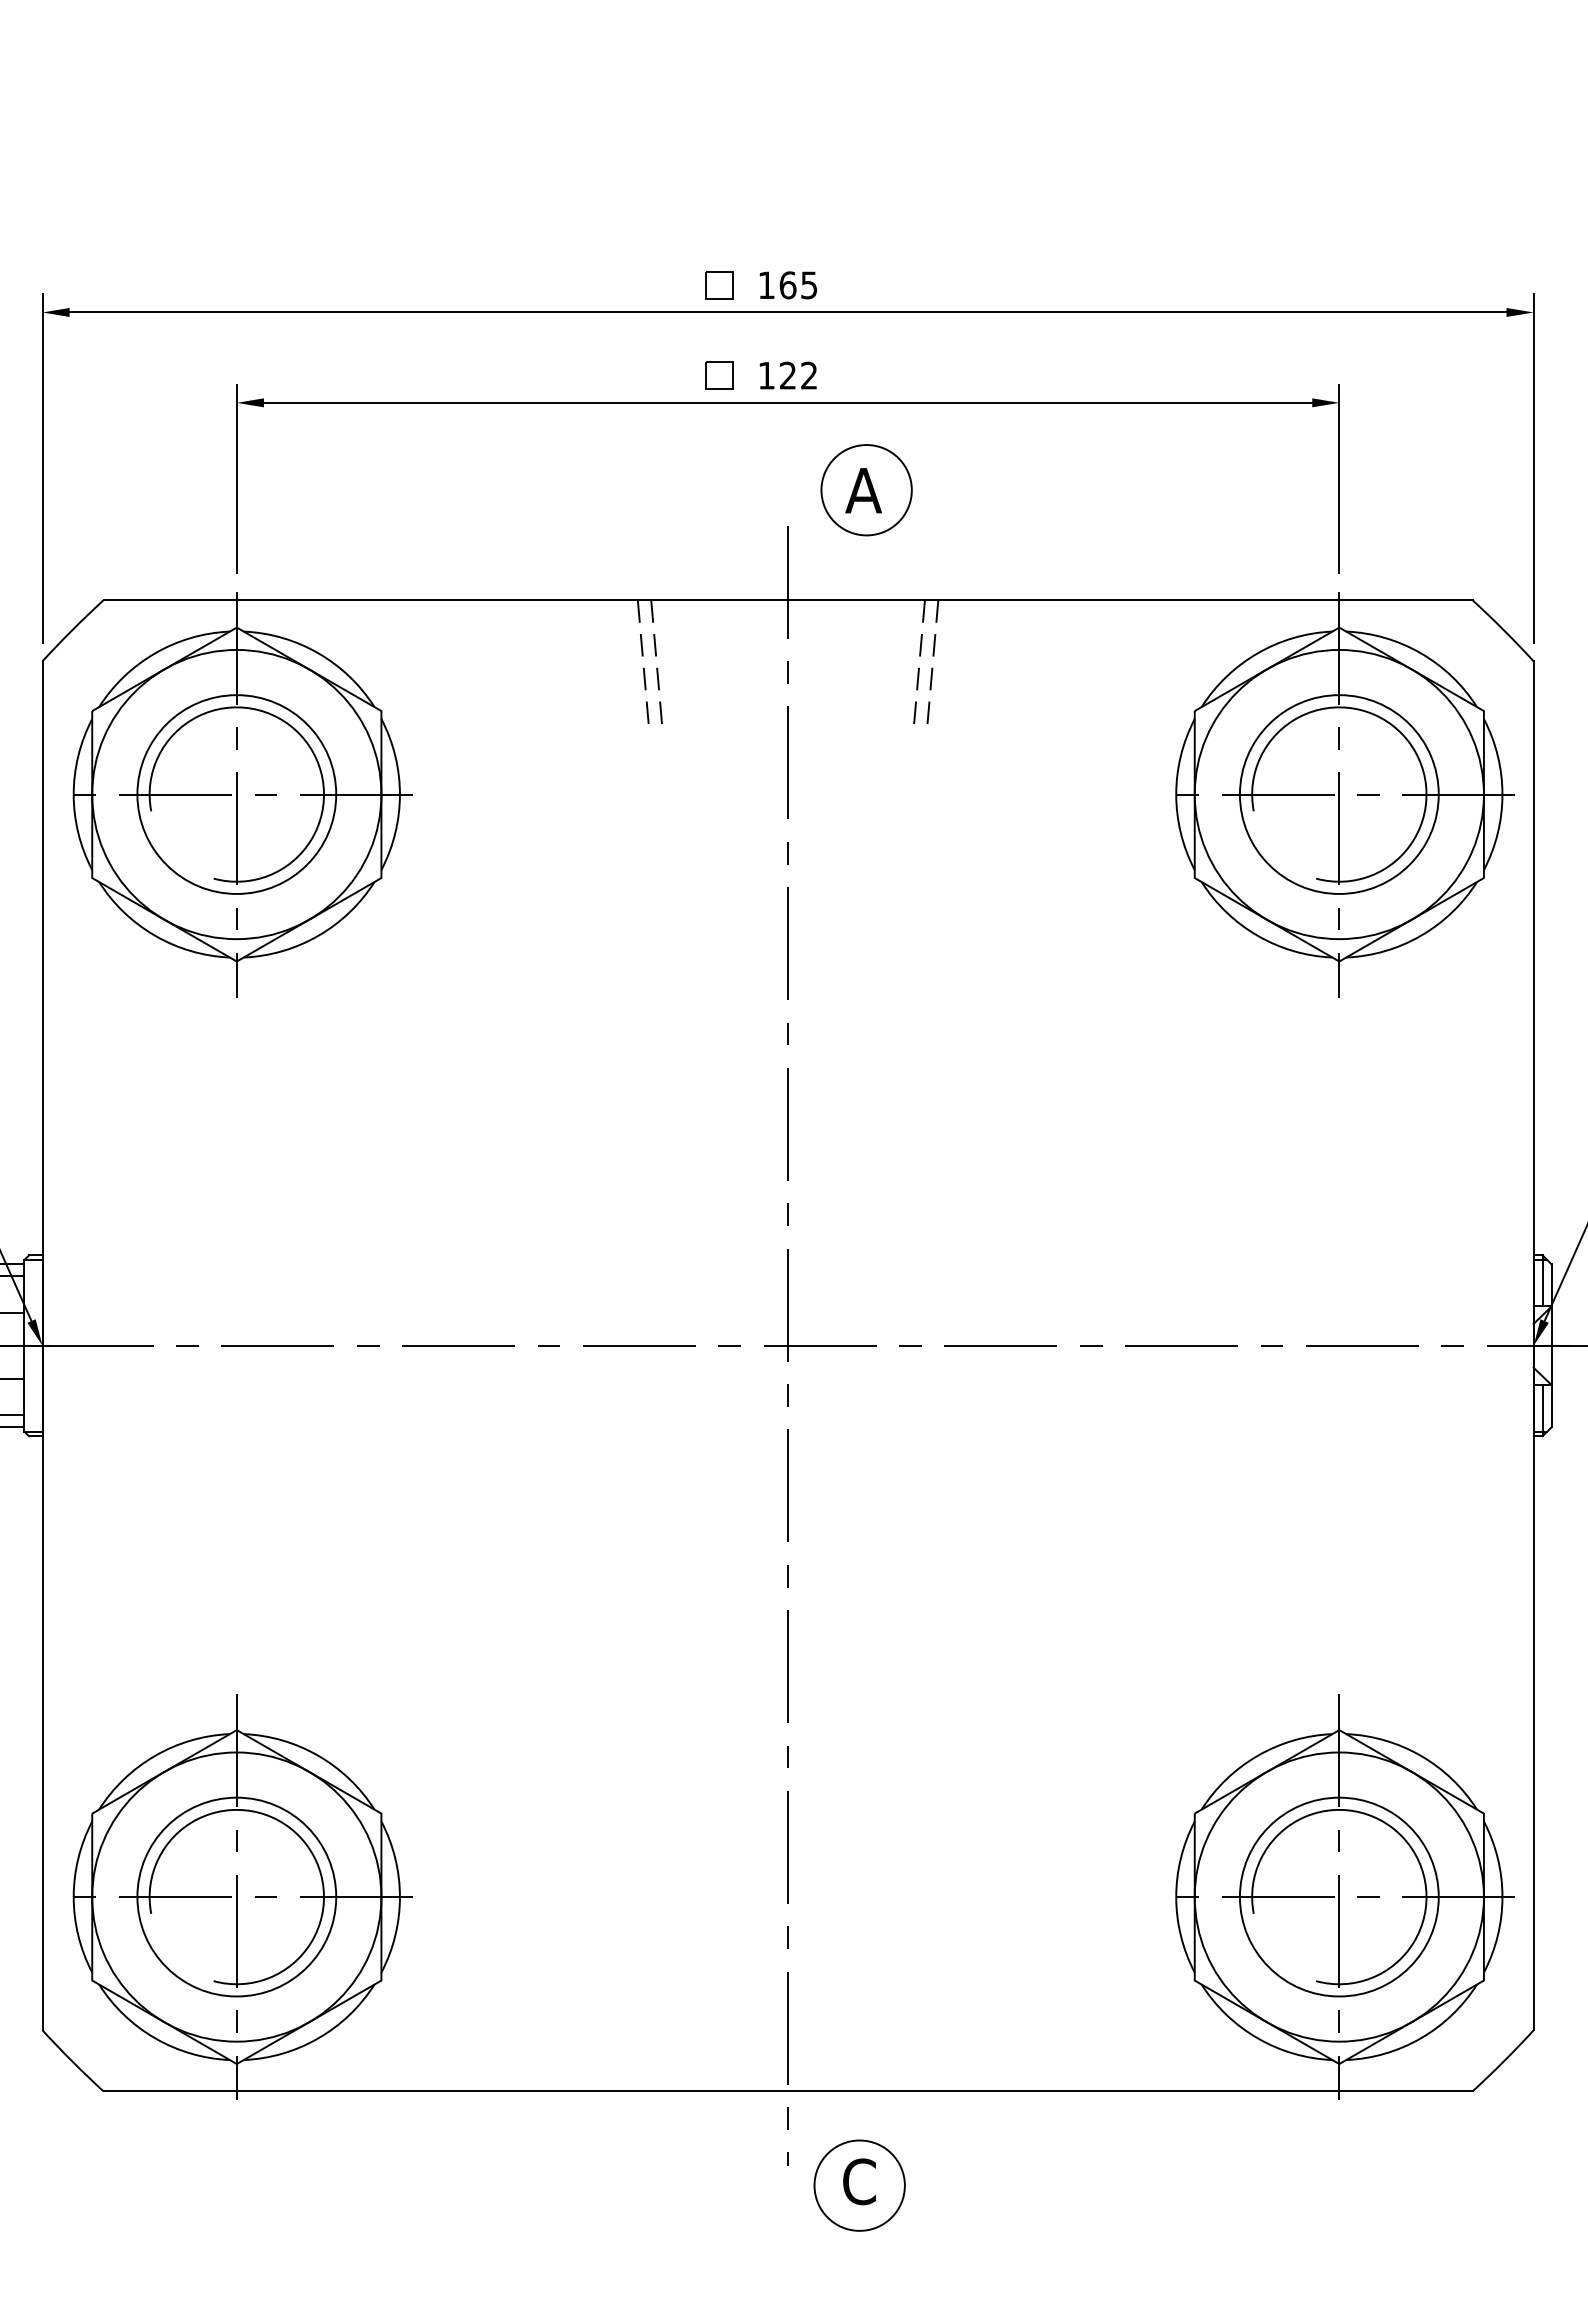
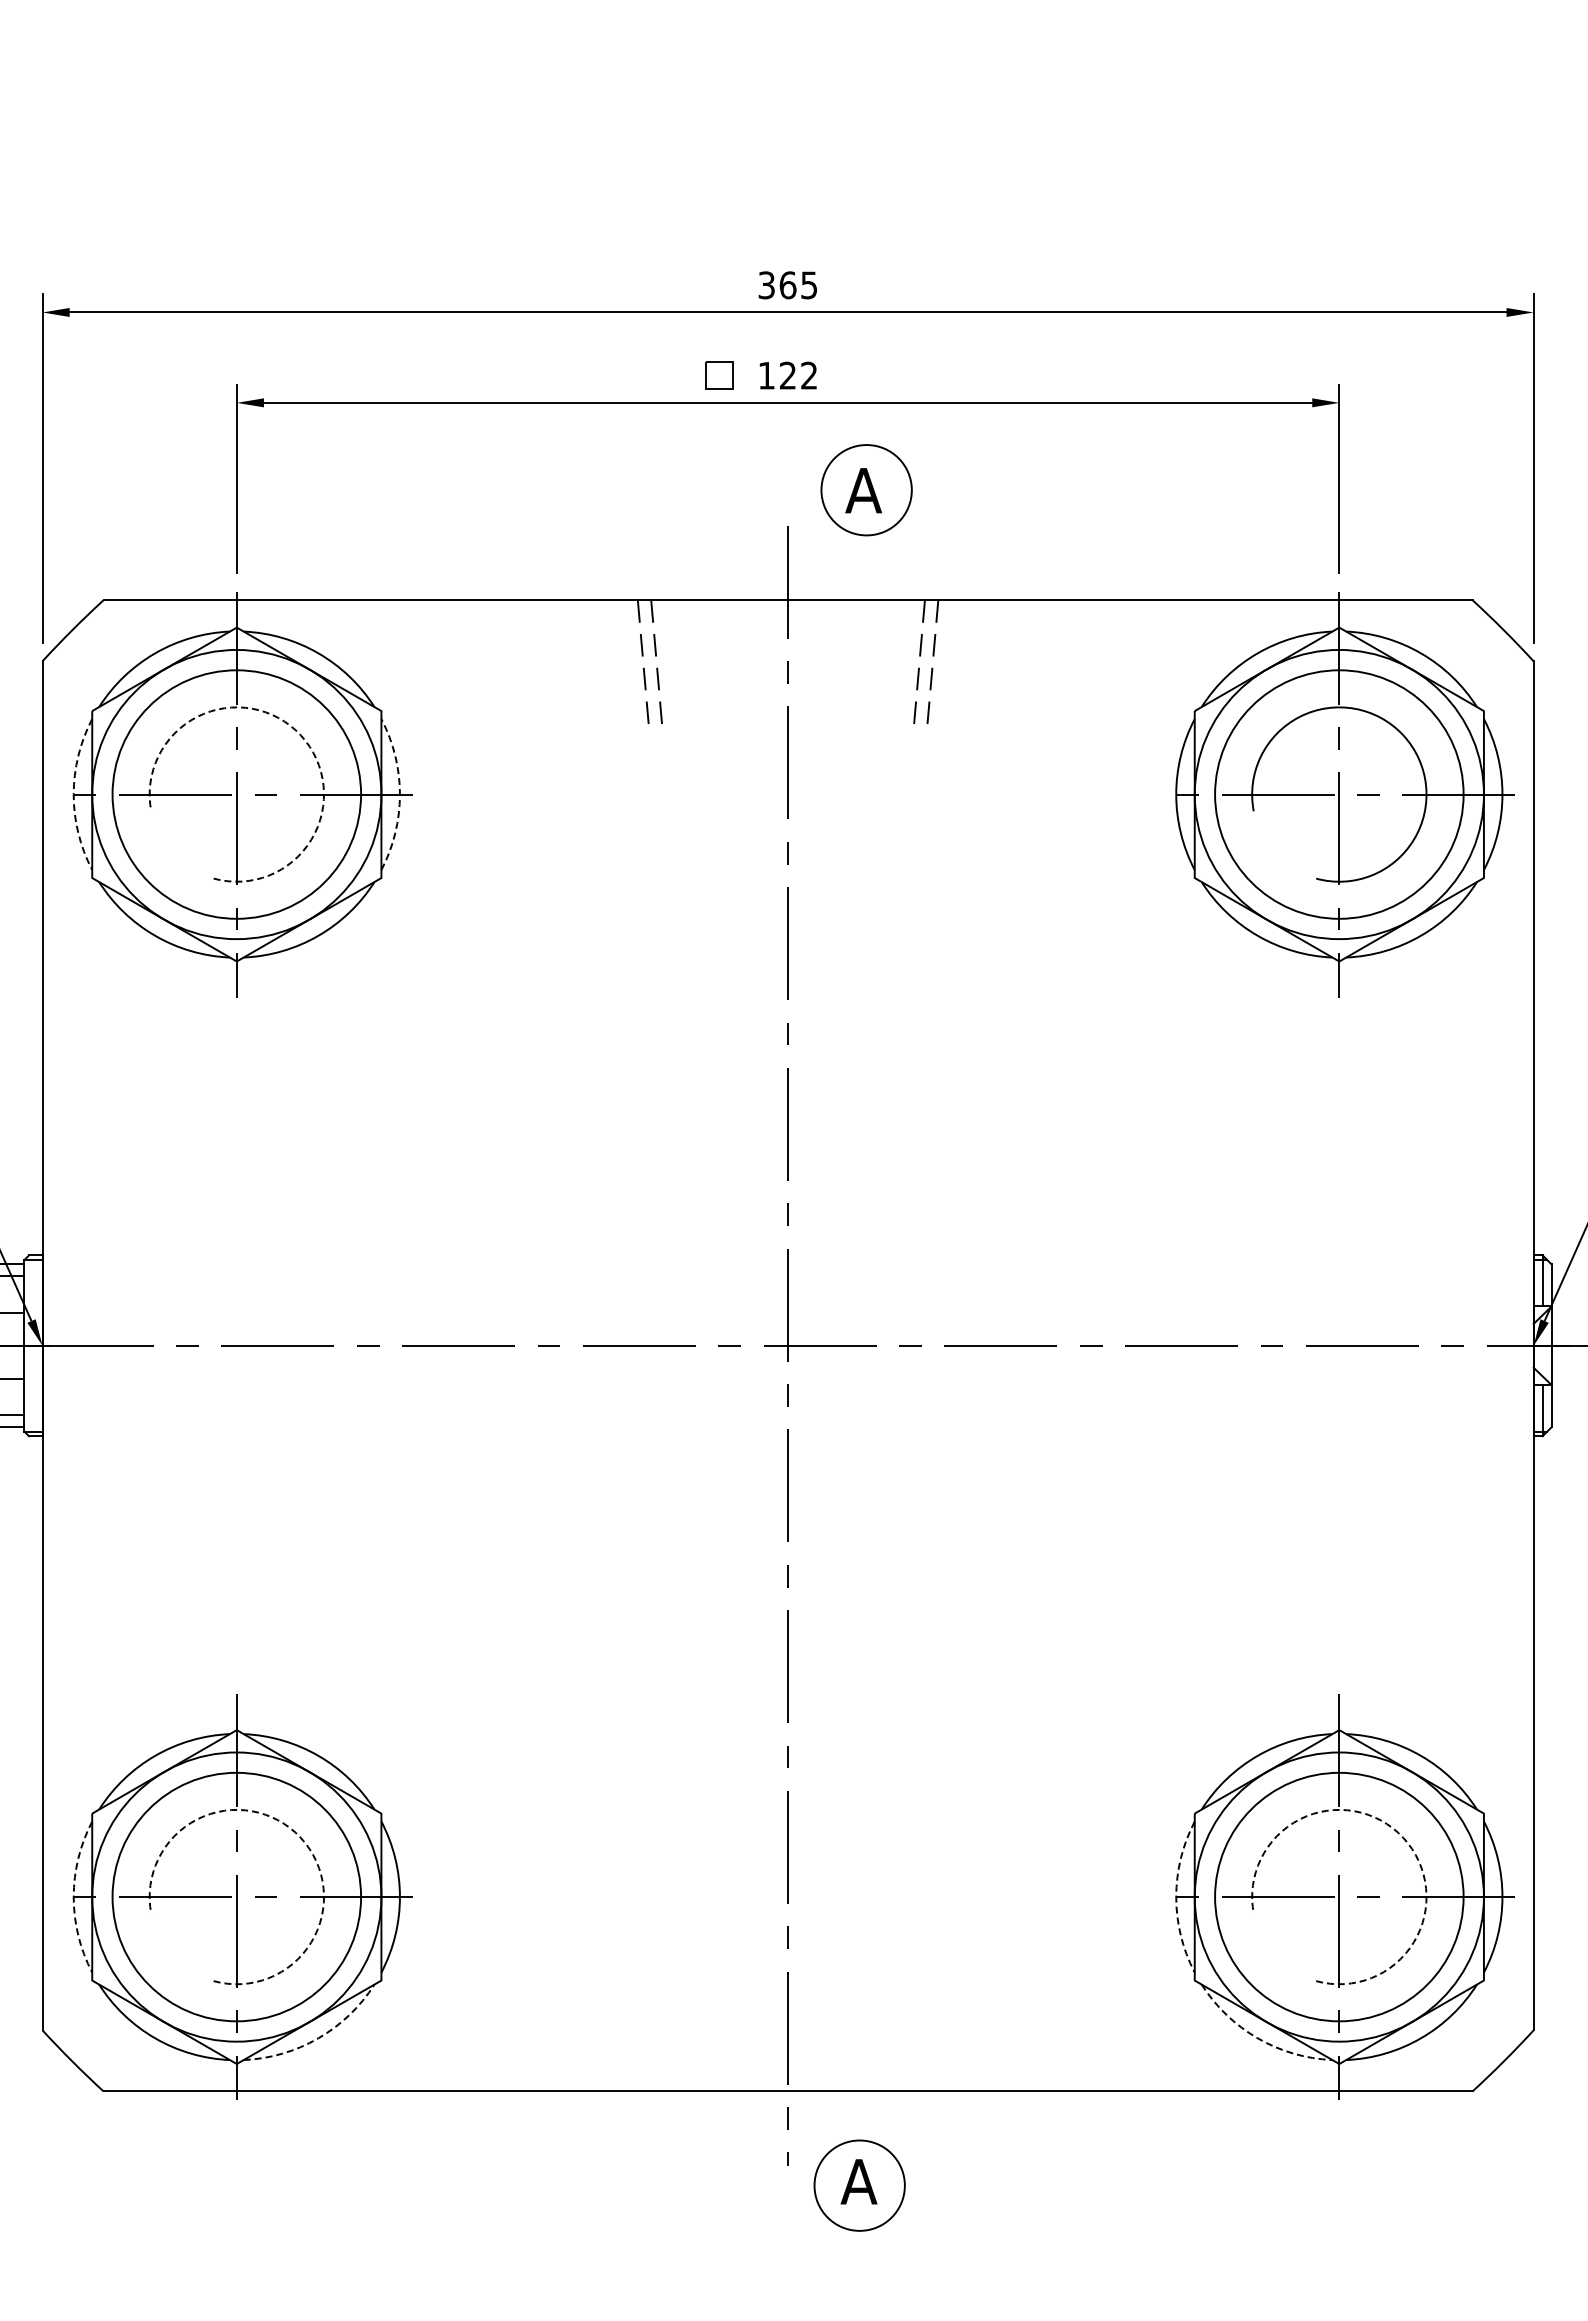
part at (719, 285): present -> none
text at (766, 285): 165 -> 365
arc at (300, 735): solid -> dashed
arc at (73, 794): solid -> dashed
circle at (236, 794) diameter: 199 px -> 249 px
arc at (399, 794): solid -> dashed
circle at (1338, 794) diameter: 199 px -> 249 px
arc at (300, 1837): solid -> dashed
arc at (1403, 1837): solid -> dashed
circle at (236, 1896) diameter: 199 px -> 249 px
circle at (1338, 1896) diameter: 199 px -> 249 px
arc at (73, 1897): solid -> dashed
arc at (1176, 1897): solid -> dashed
arc at (318, 2038): solid -> dashed
arc at (1257, 2038): solid -> dashed
text at (858, 2181): C -> A
